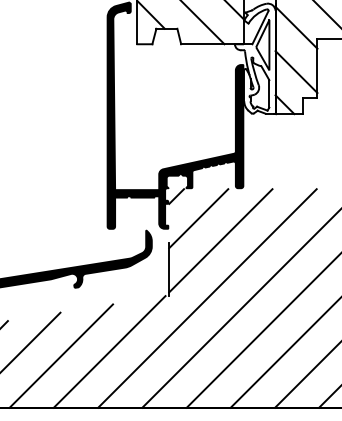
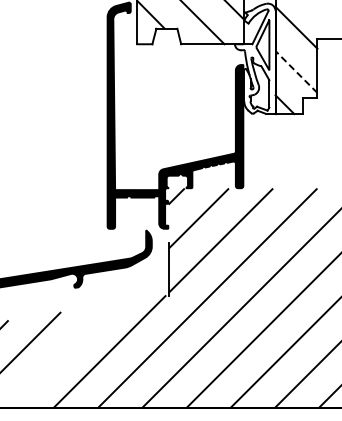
line at (326, 13): present -> none
line at (296, 72): solid -> dashed
line at (61, 355): present -> none
